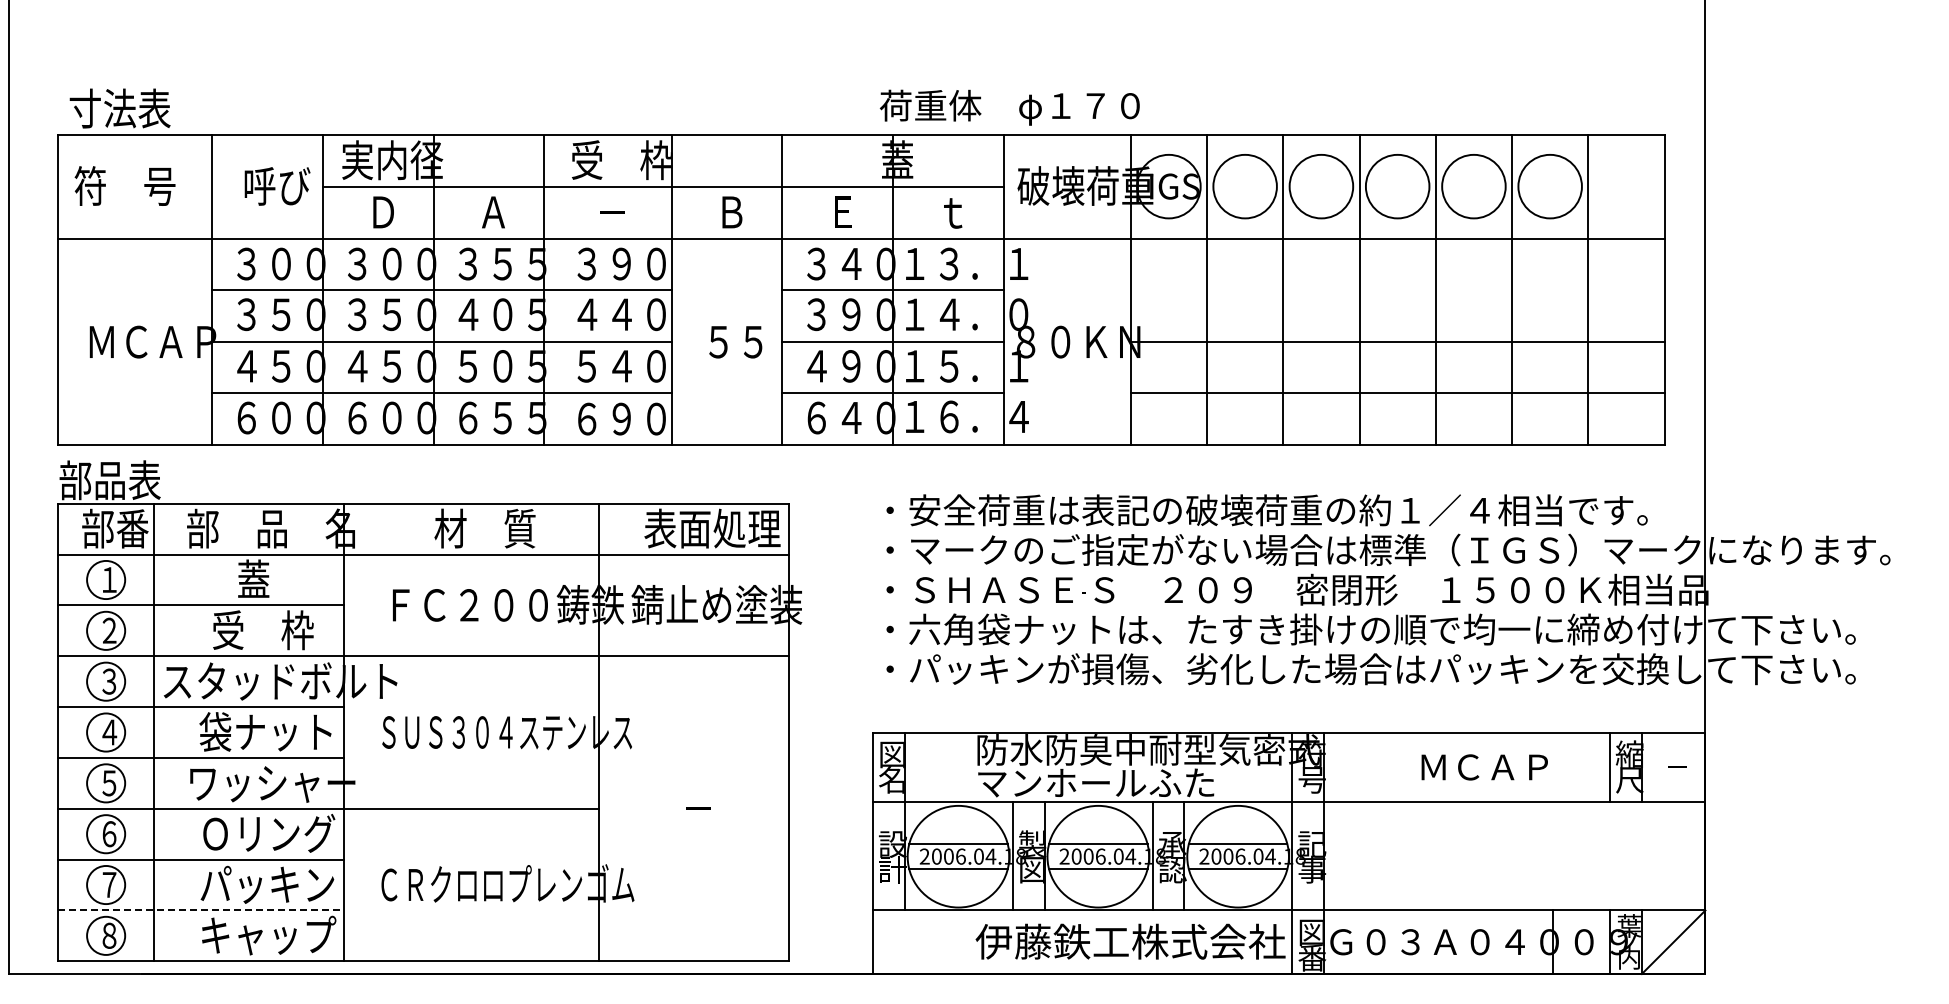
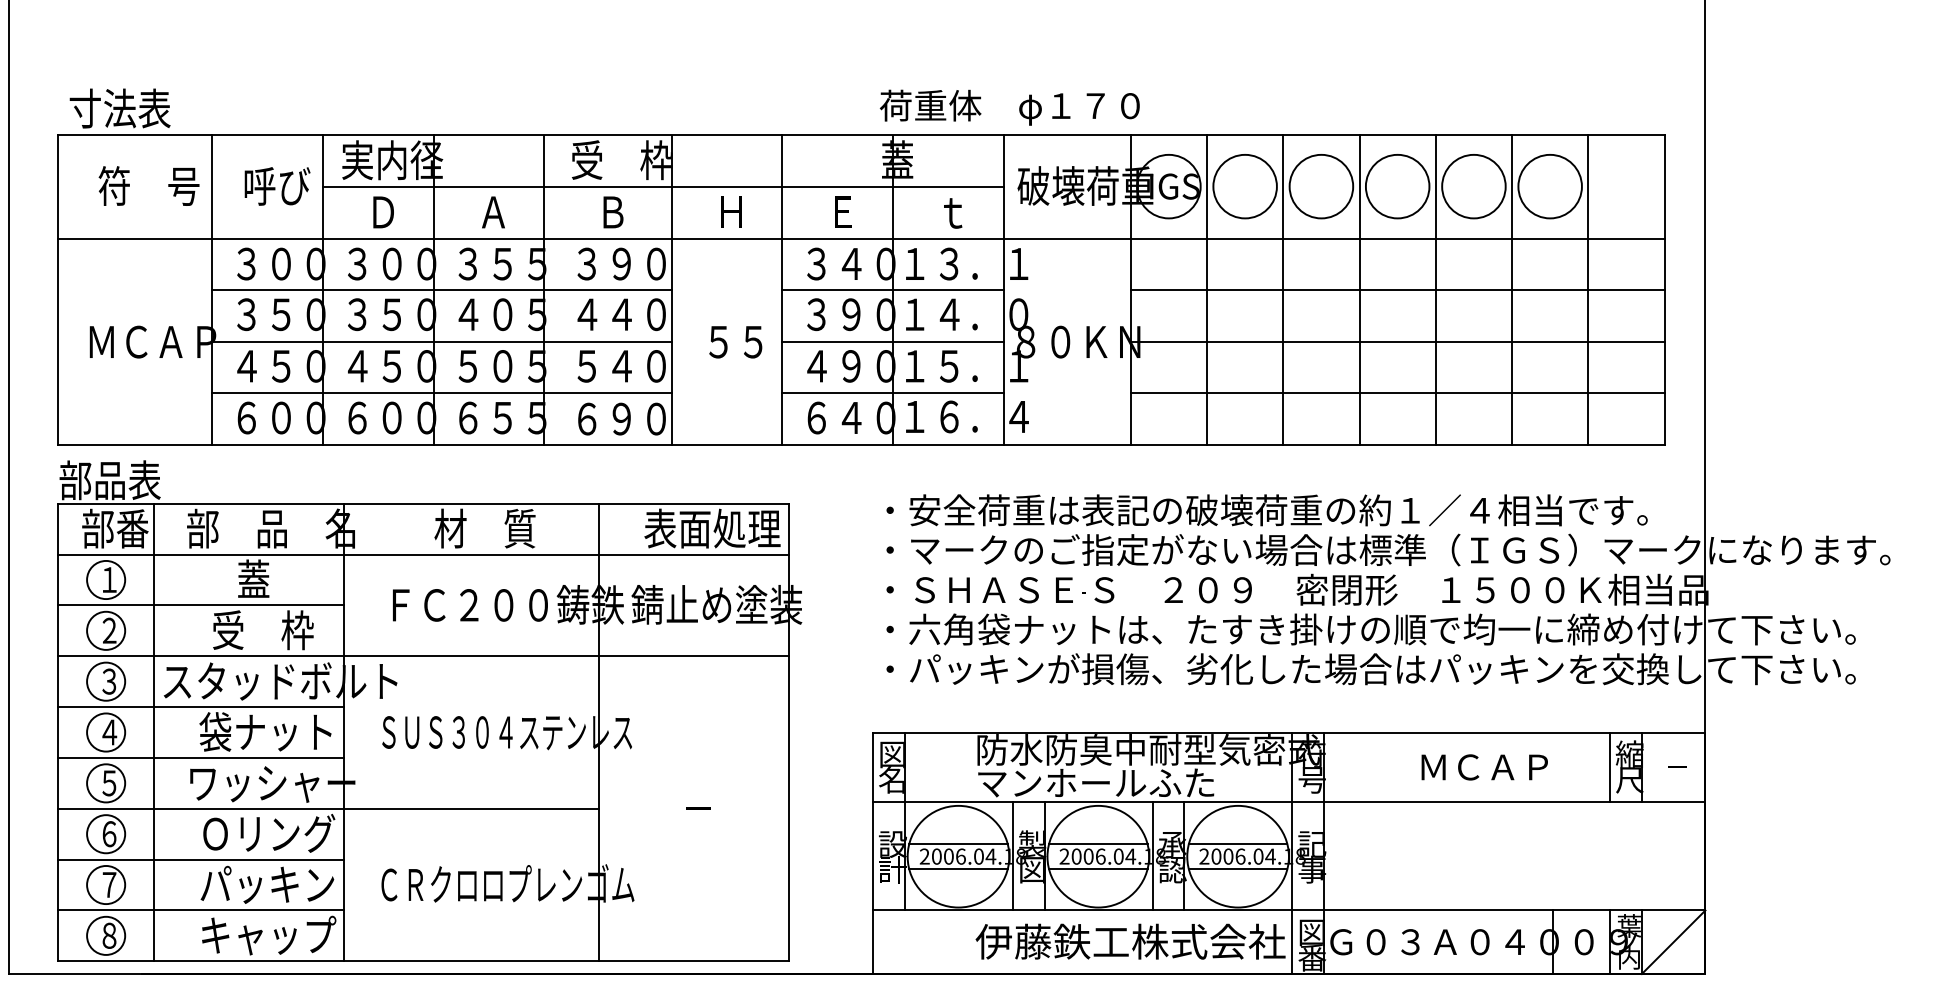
text at (124, 185) position: (124, 185) -> (148, 185)
text at (612, 212): － -> Ｂ
text at (731, 212): Ｂ -> Ｈ
line at (1397, 289): none -> present
line at (201, 910): dashed -> solid
